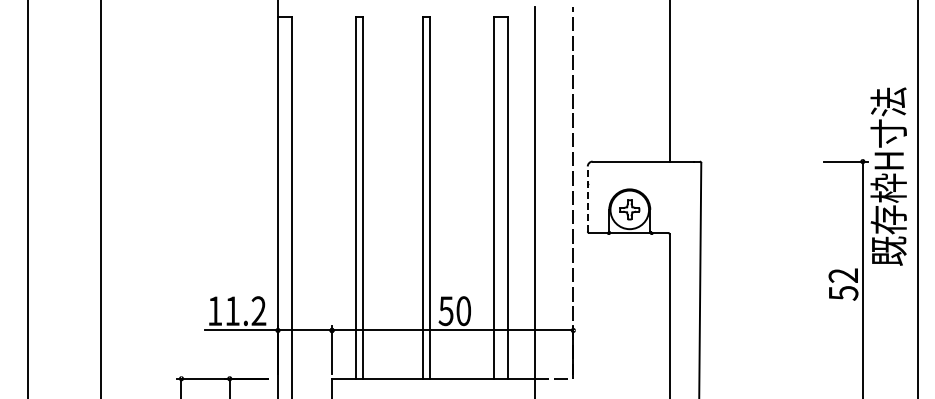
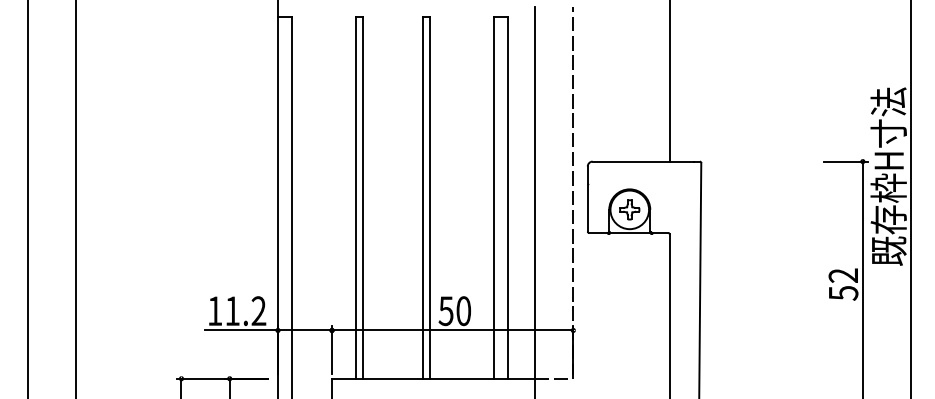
line at (101, 198) position: (101, 198) -> (76, 198)
line at (918, 198) position: (918, 198) -> (911, 198)
line at (587, 199): dashed -> solid
